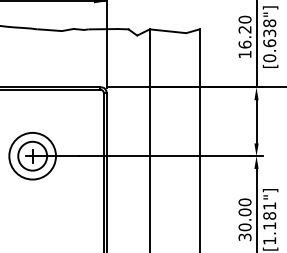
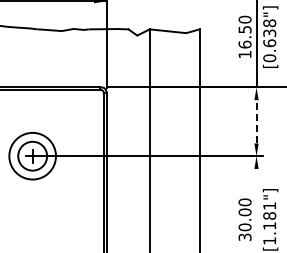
text at (244, 29): 16.20 -> 16.50
line at (256, 121): solid -> dashed
line at (256, 208): present -> none
